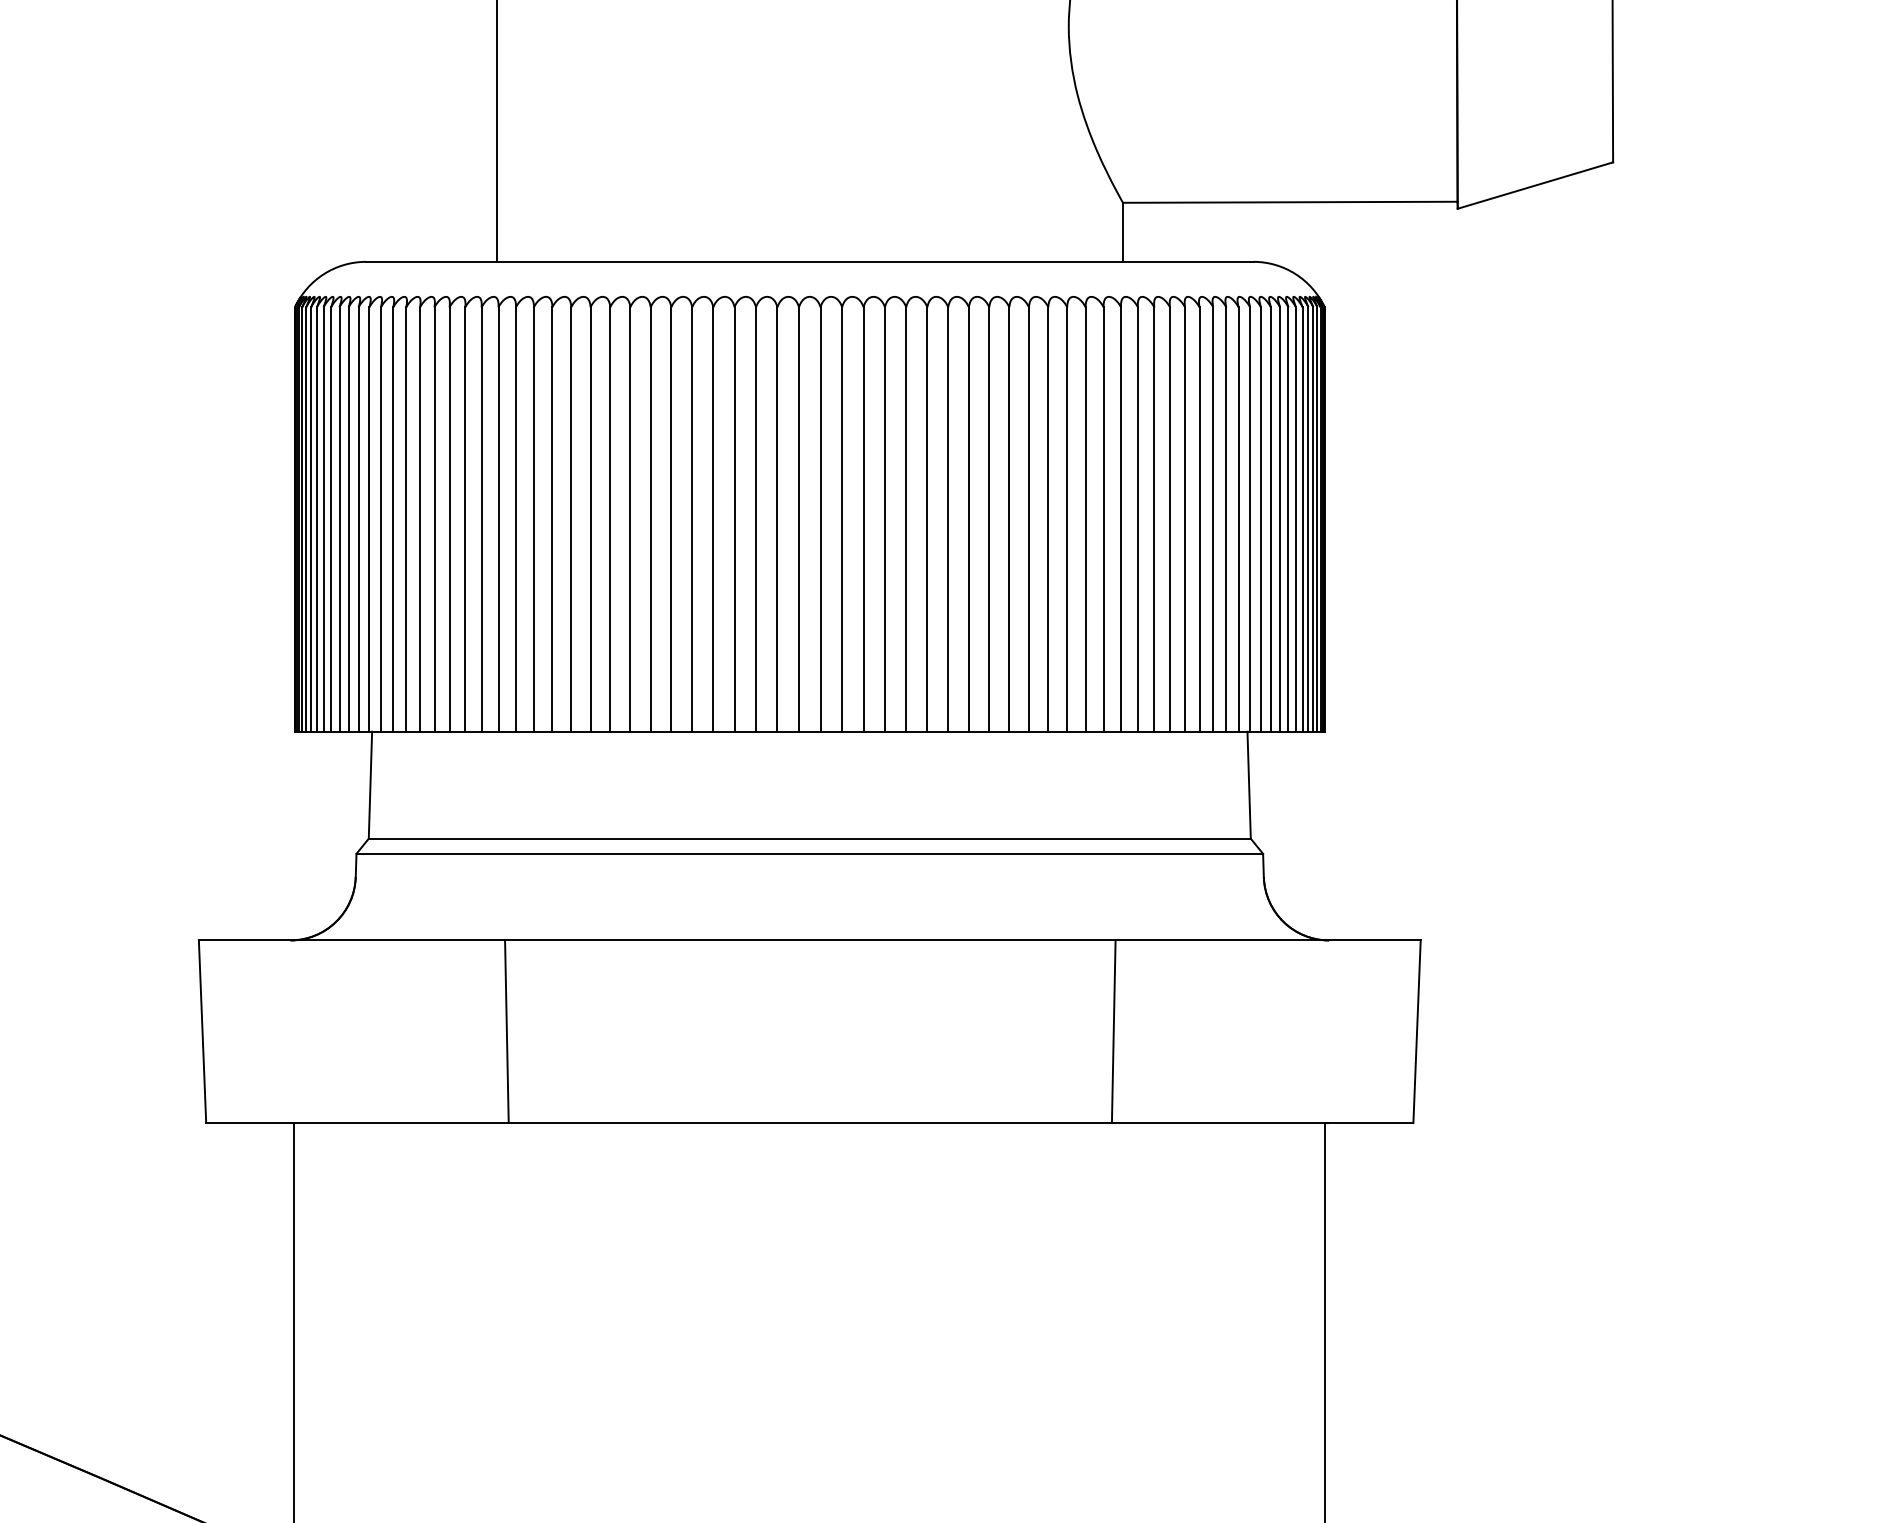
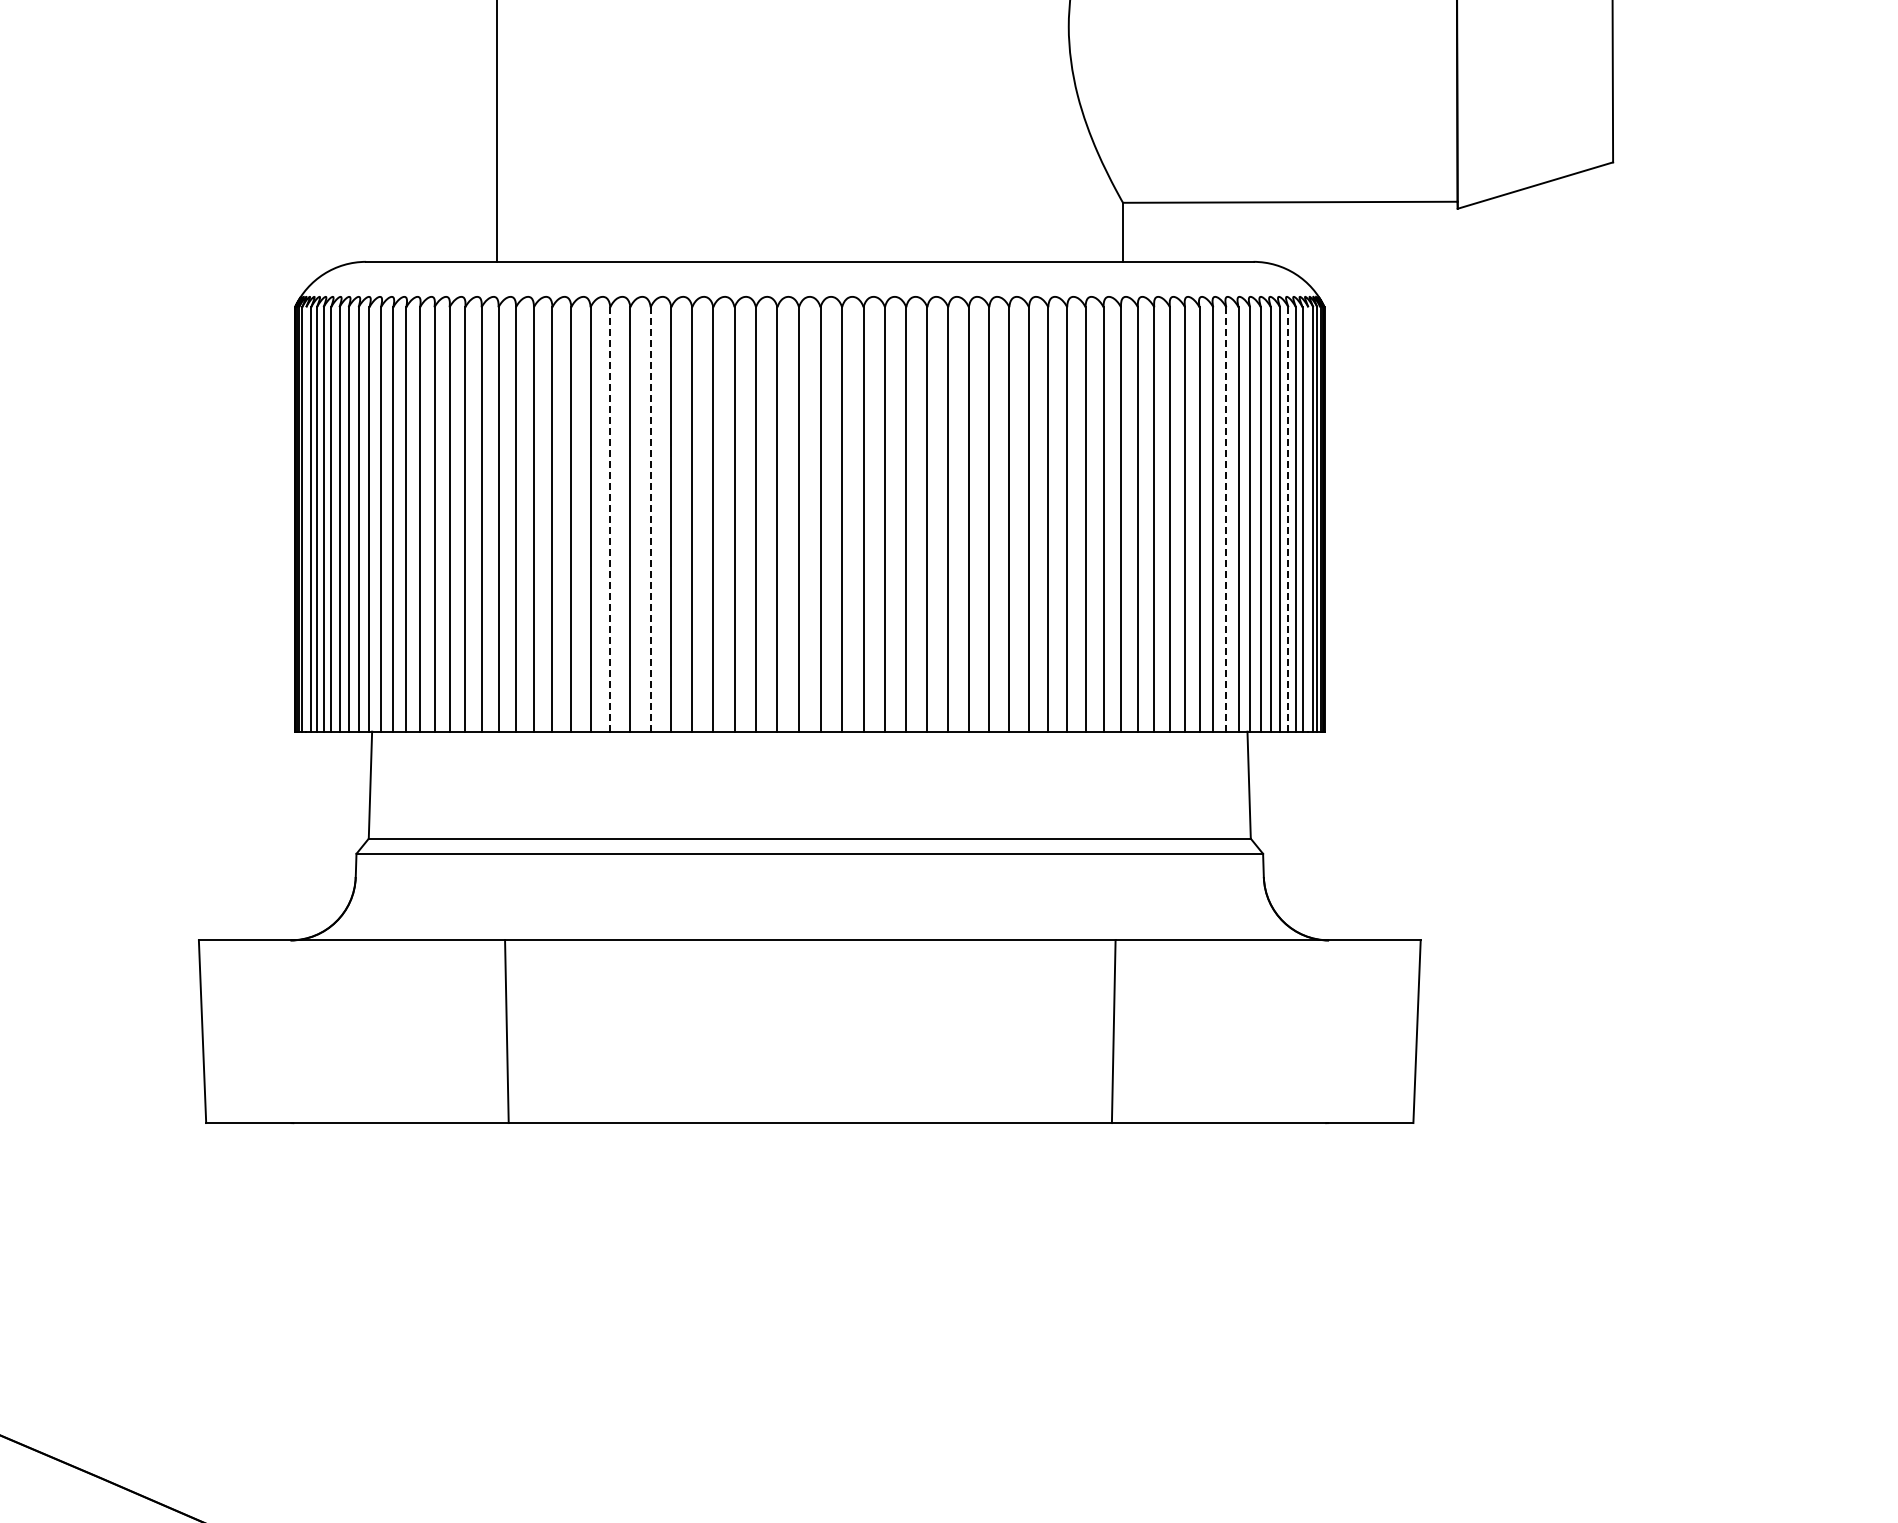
line at (306, 519): present -> none
line at (610, 519): solid -> dashed
line at (650, 519): solid -> dashed
line at (1226, 519): solid -> dashed
line at (1288, 519): solid -> dashed
line at (1308, 519): present -> none
line at (294, 1321): present -> none
line at (1325, 1321): present -> none
